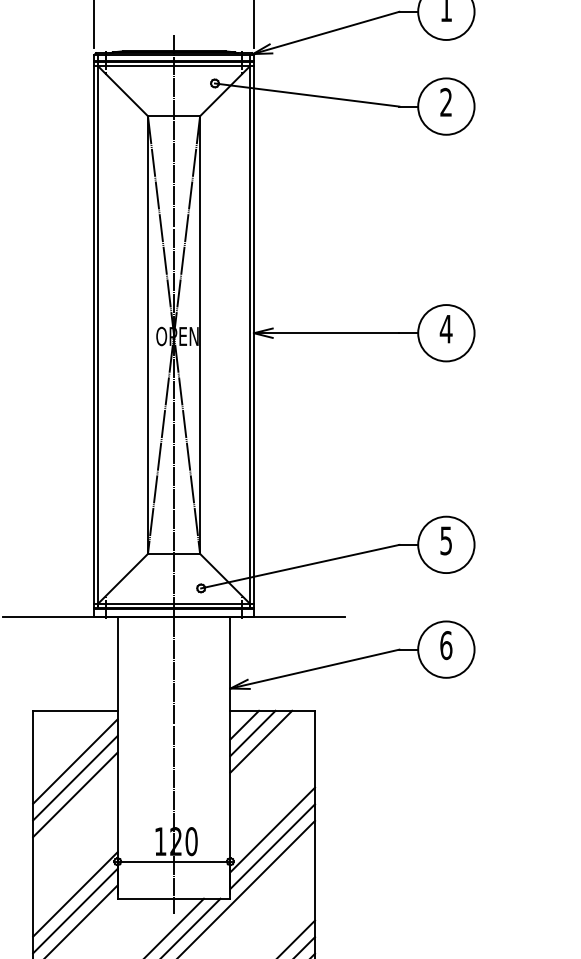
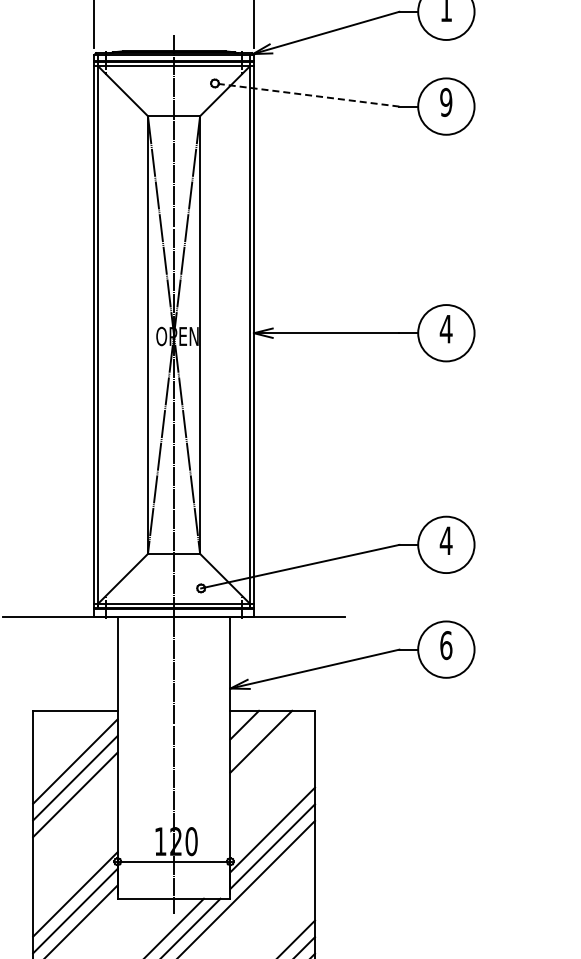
line at (307, 95): solid -> dashed
text at (446, 102): 2 -> 9
text at (445, 540): 5 -> 4
line at (252, 733): present -> none
